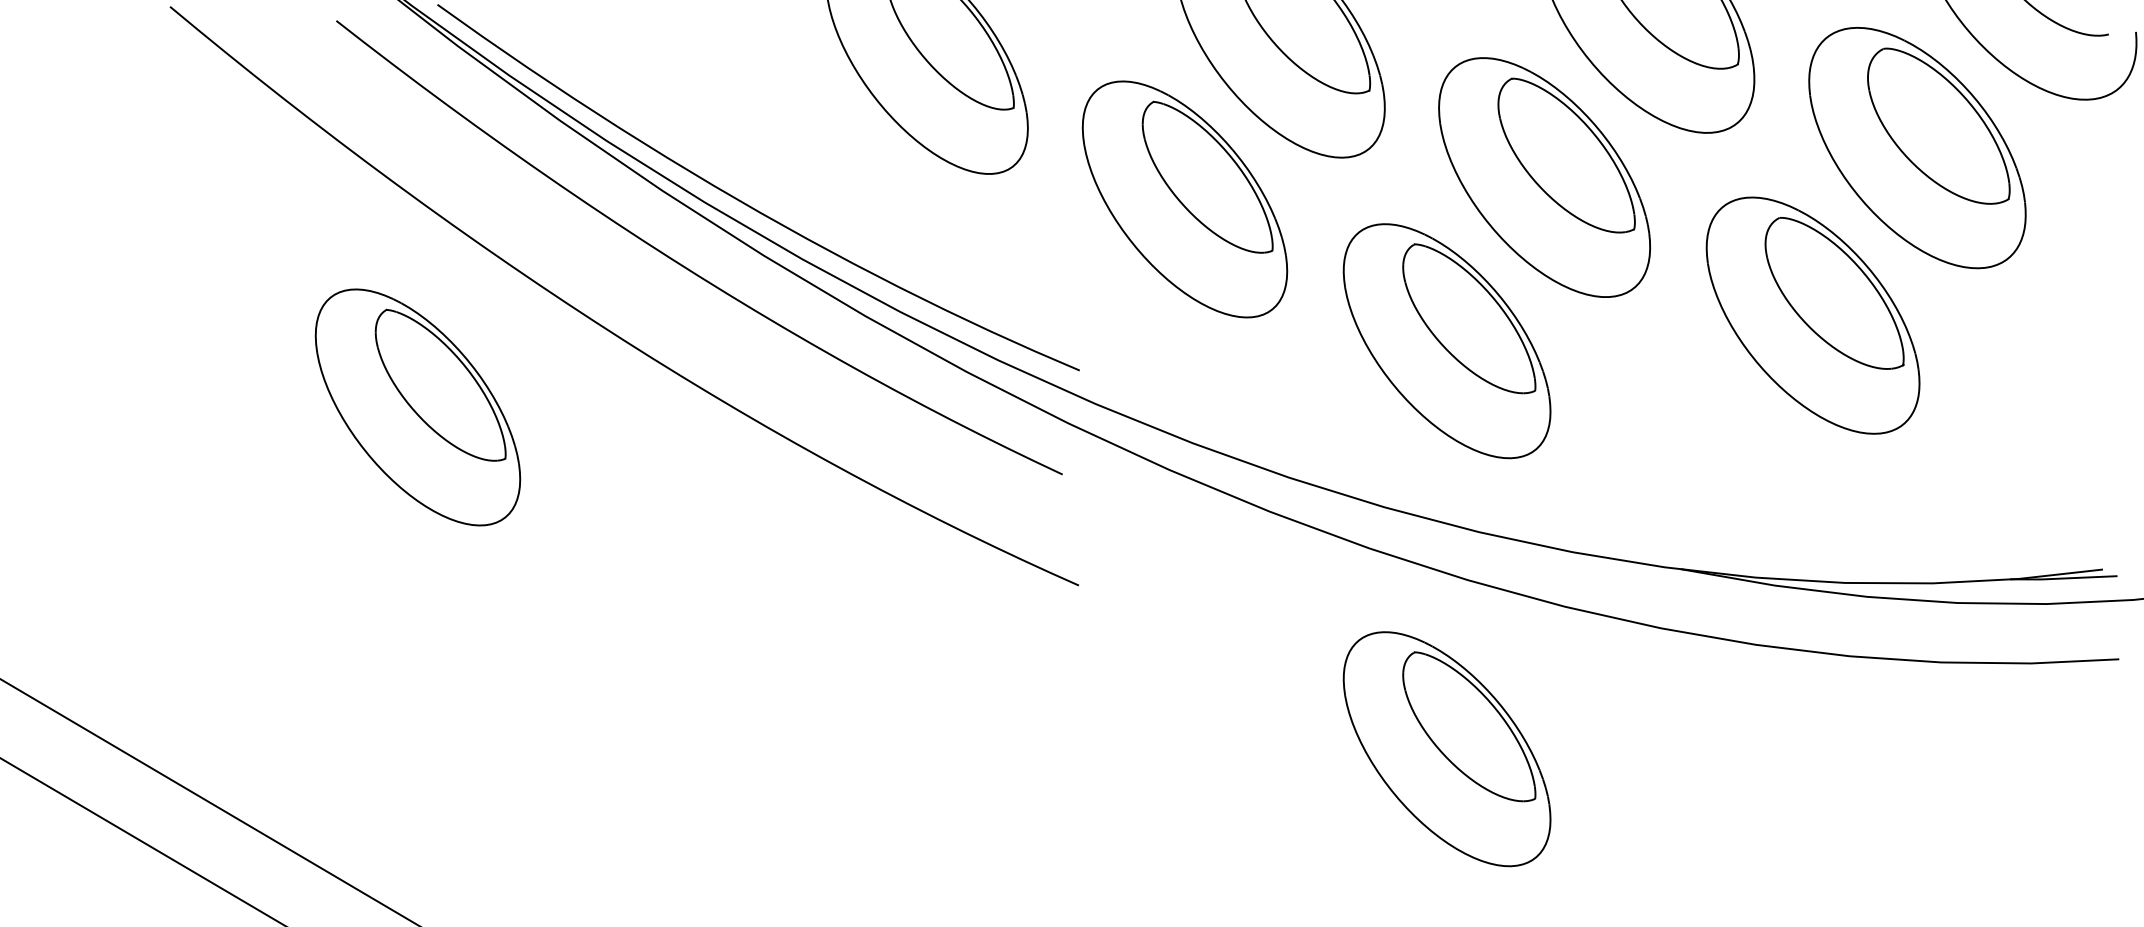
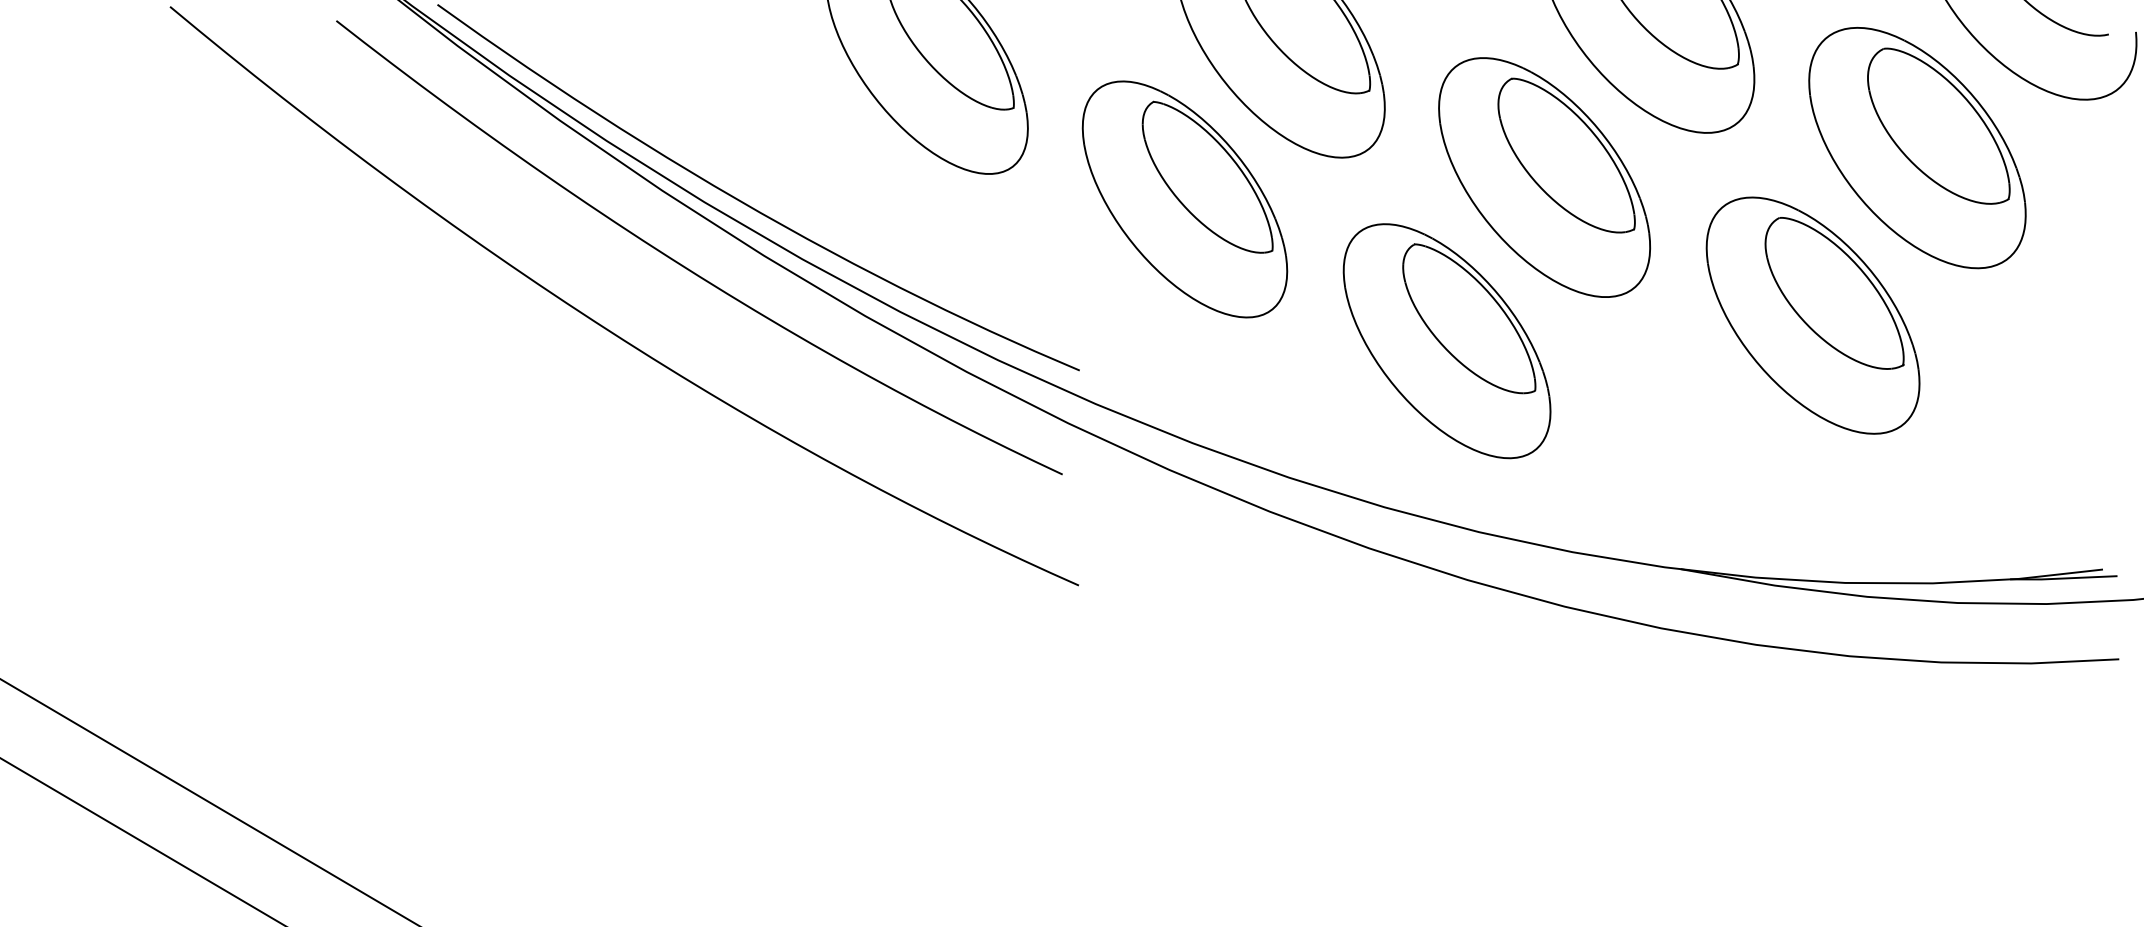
part at (417, 407): present -> none
part at (1446, 749): present -> none
